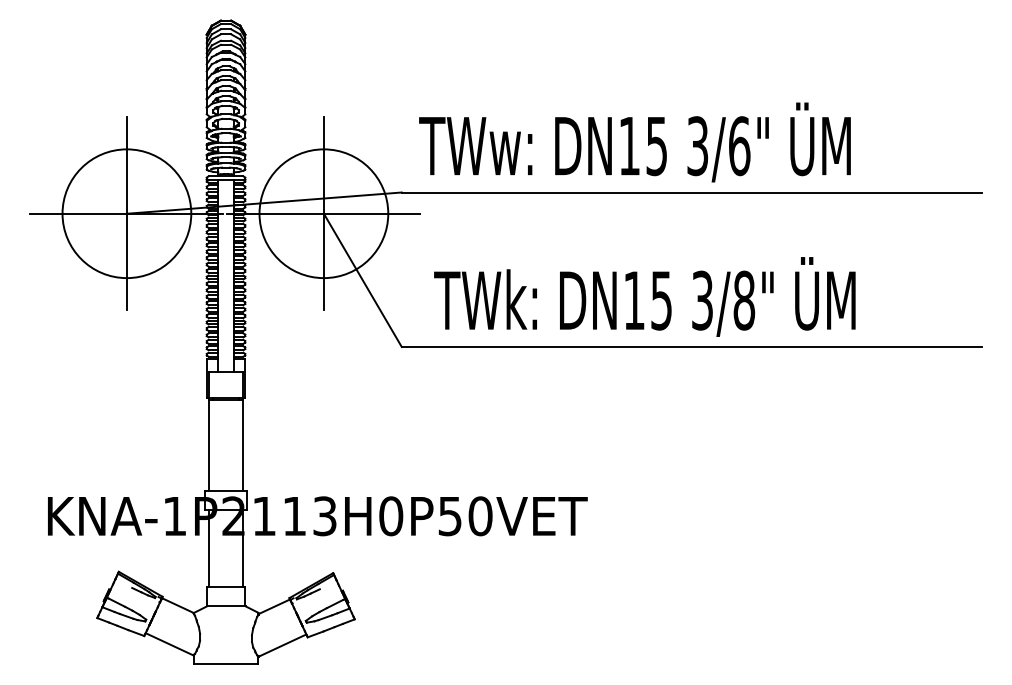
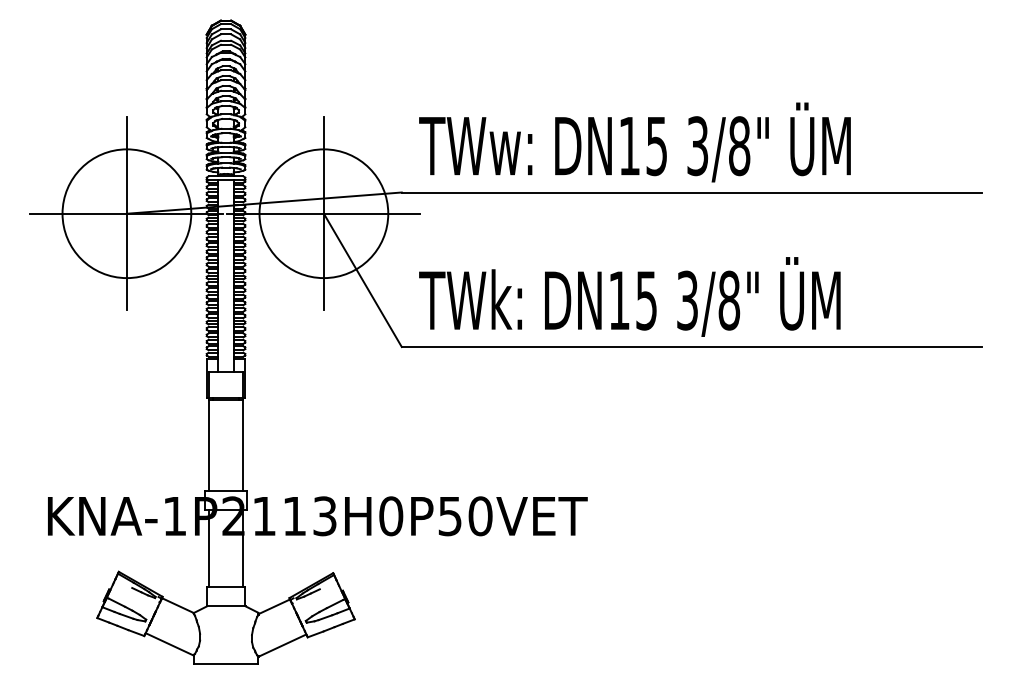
text at (739, 146): 3/6" -> 3/8"
text at (644, 296) position: (644, 296) -> (629, 296)
